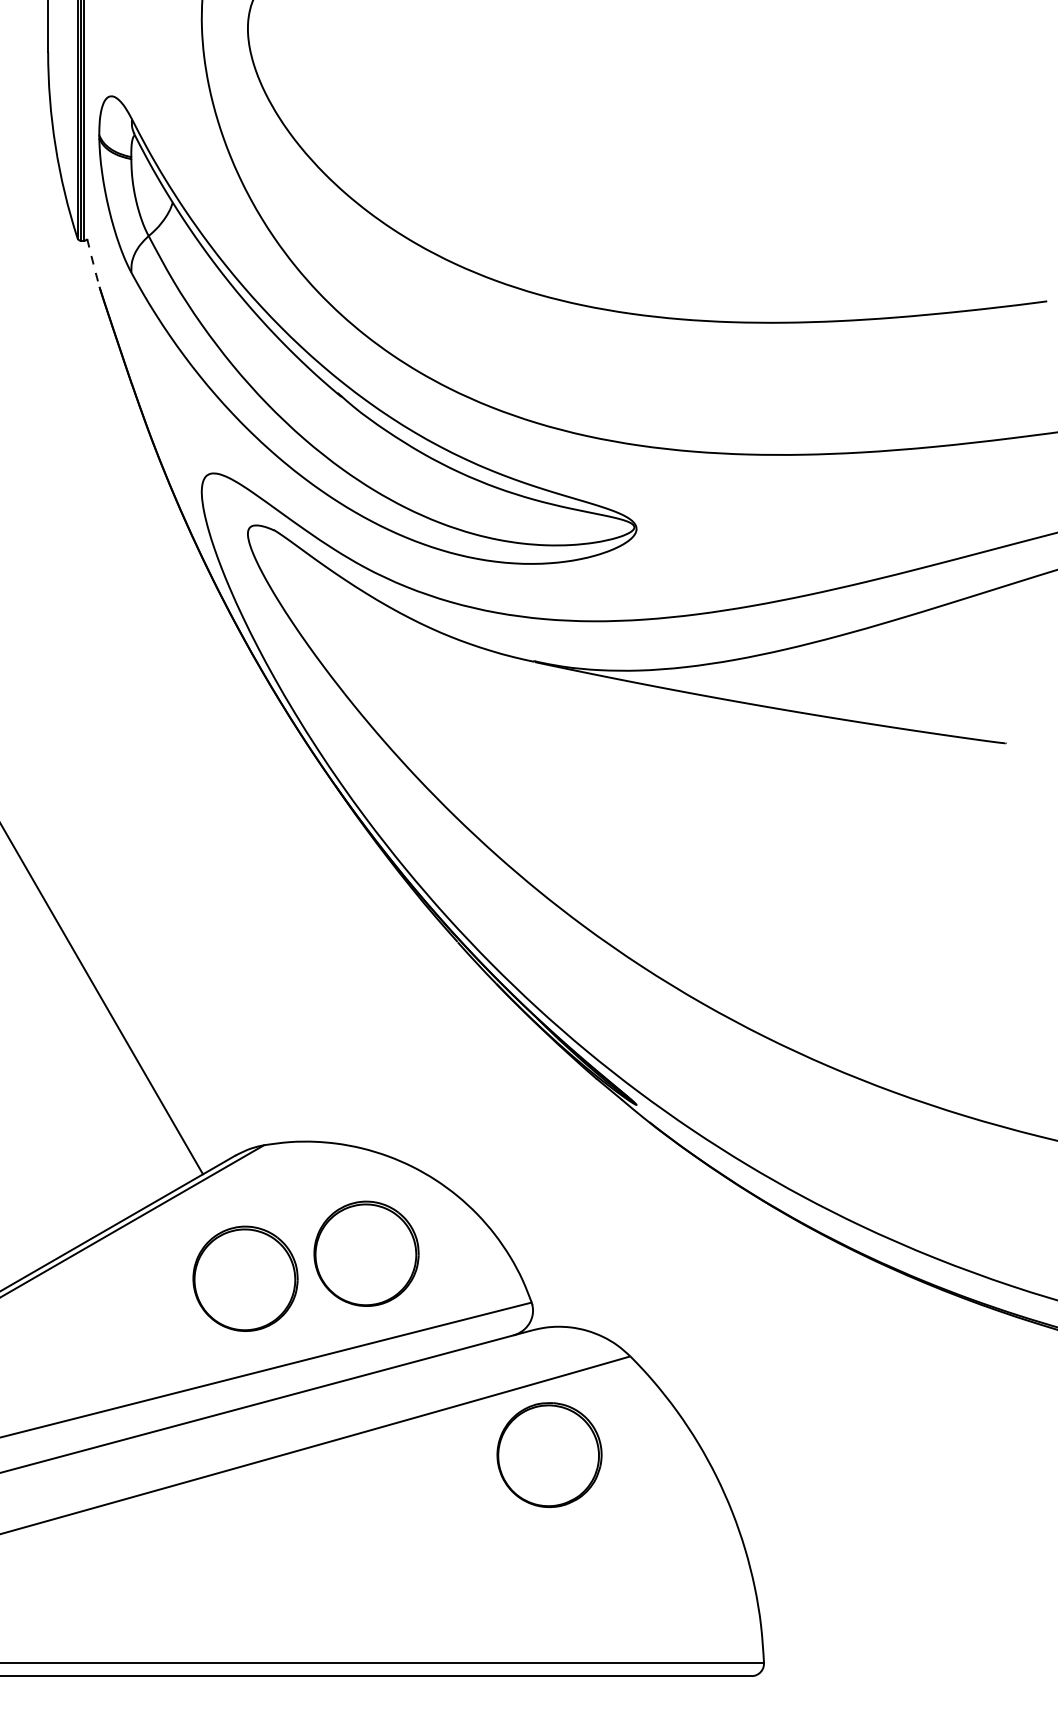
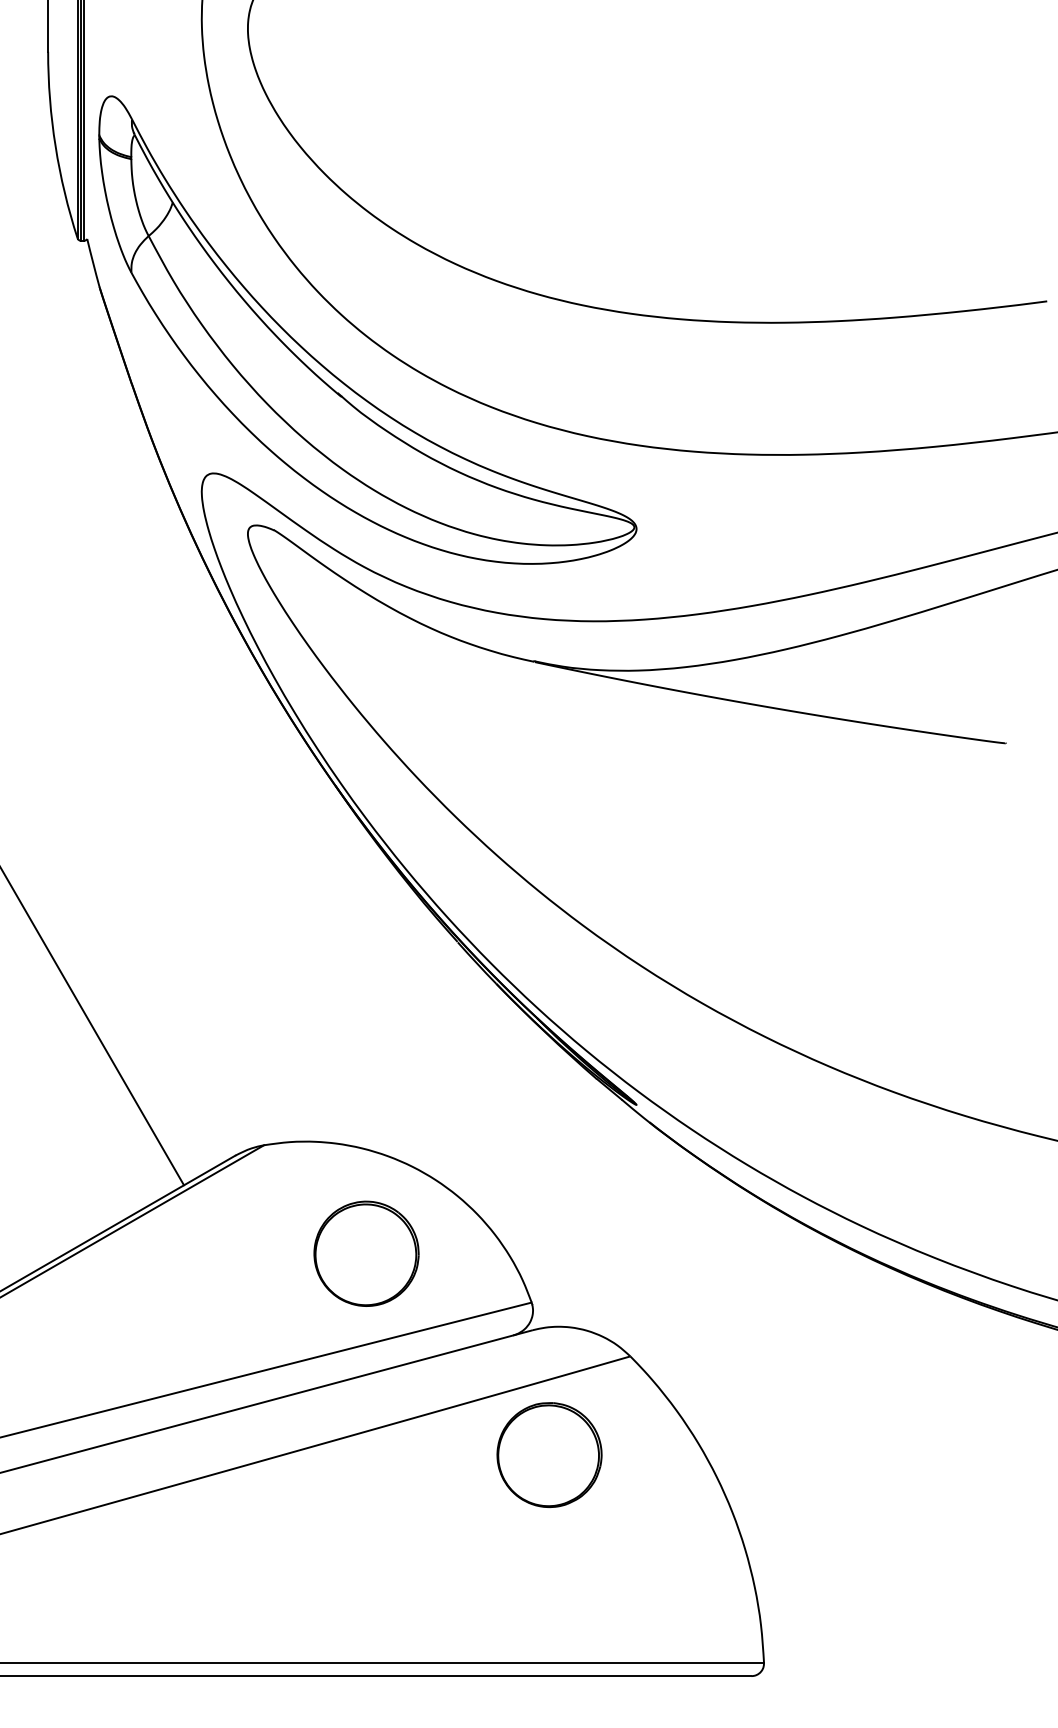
arc at (93, 263): dashed -> solid
line at (102, 1000) position: (102, 1000) -> (93, 1027)
part at (245, 1278): present -> none
